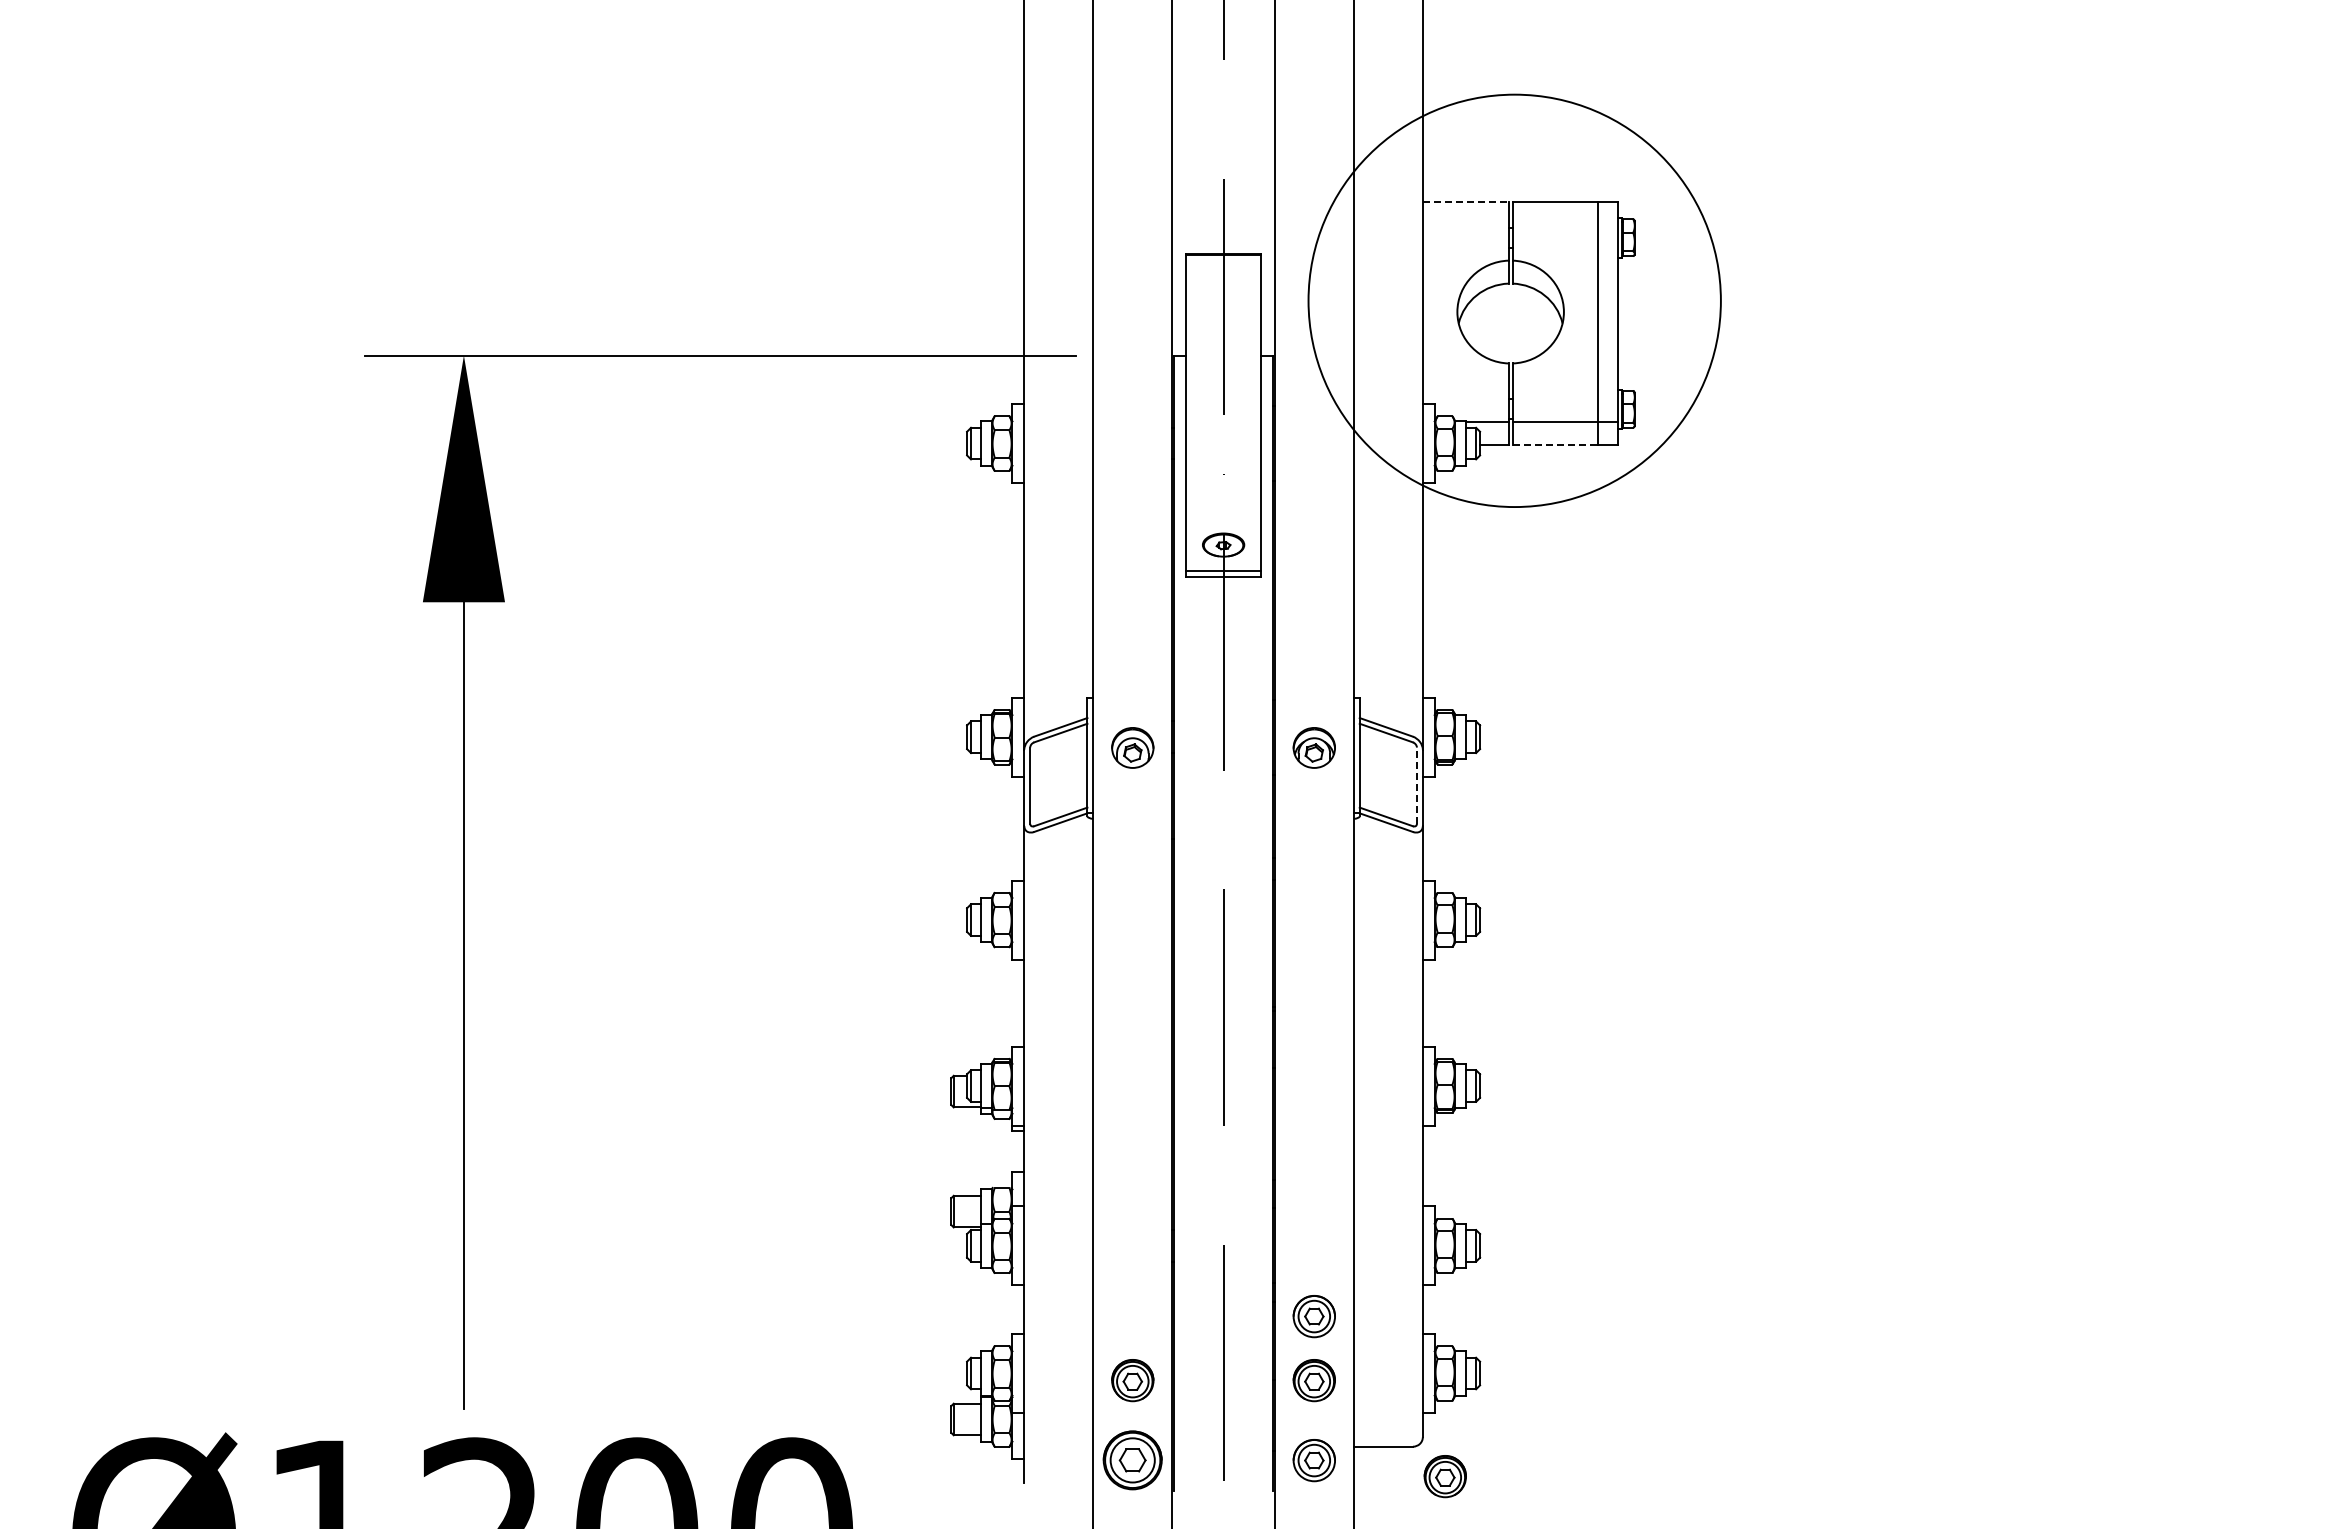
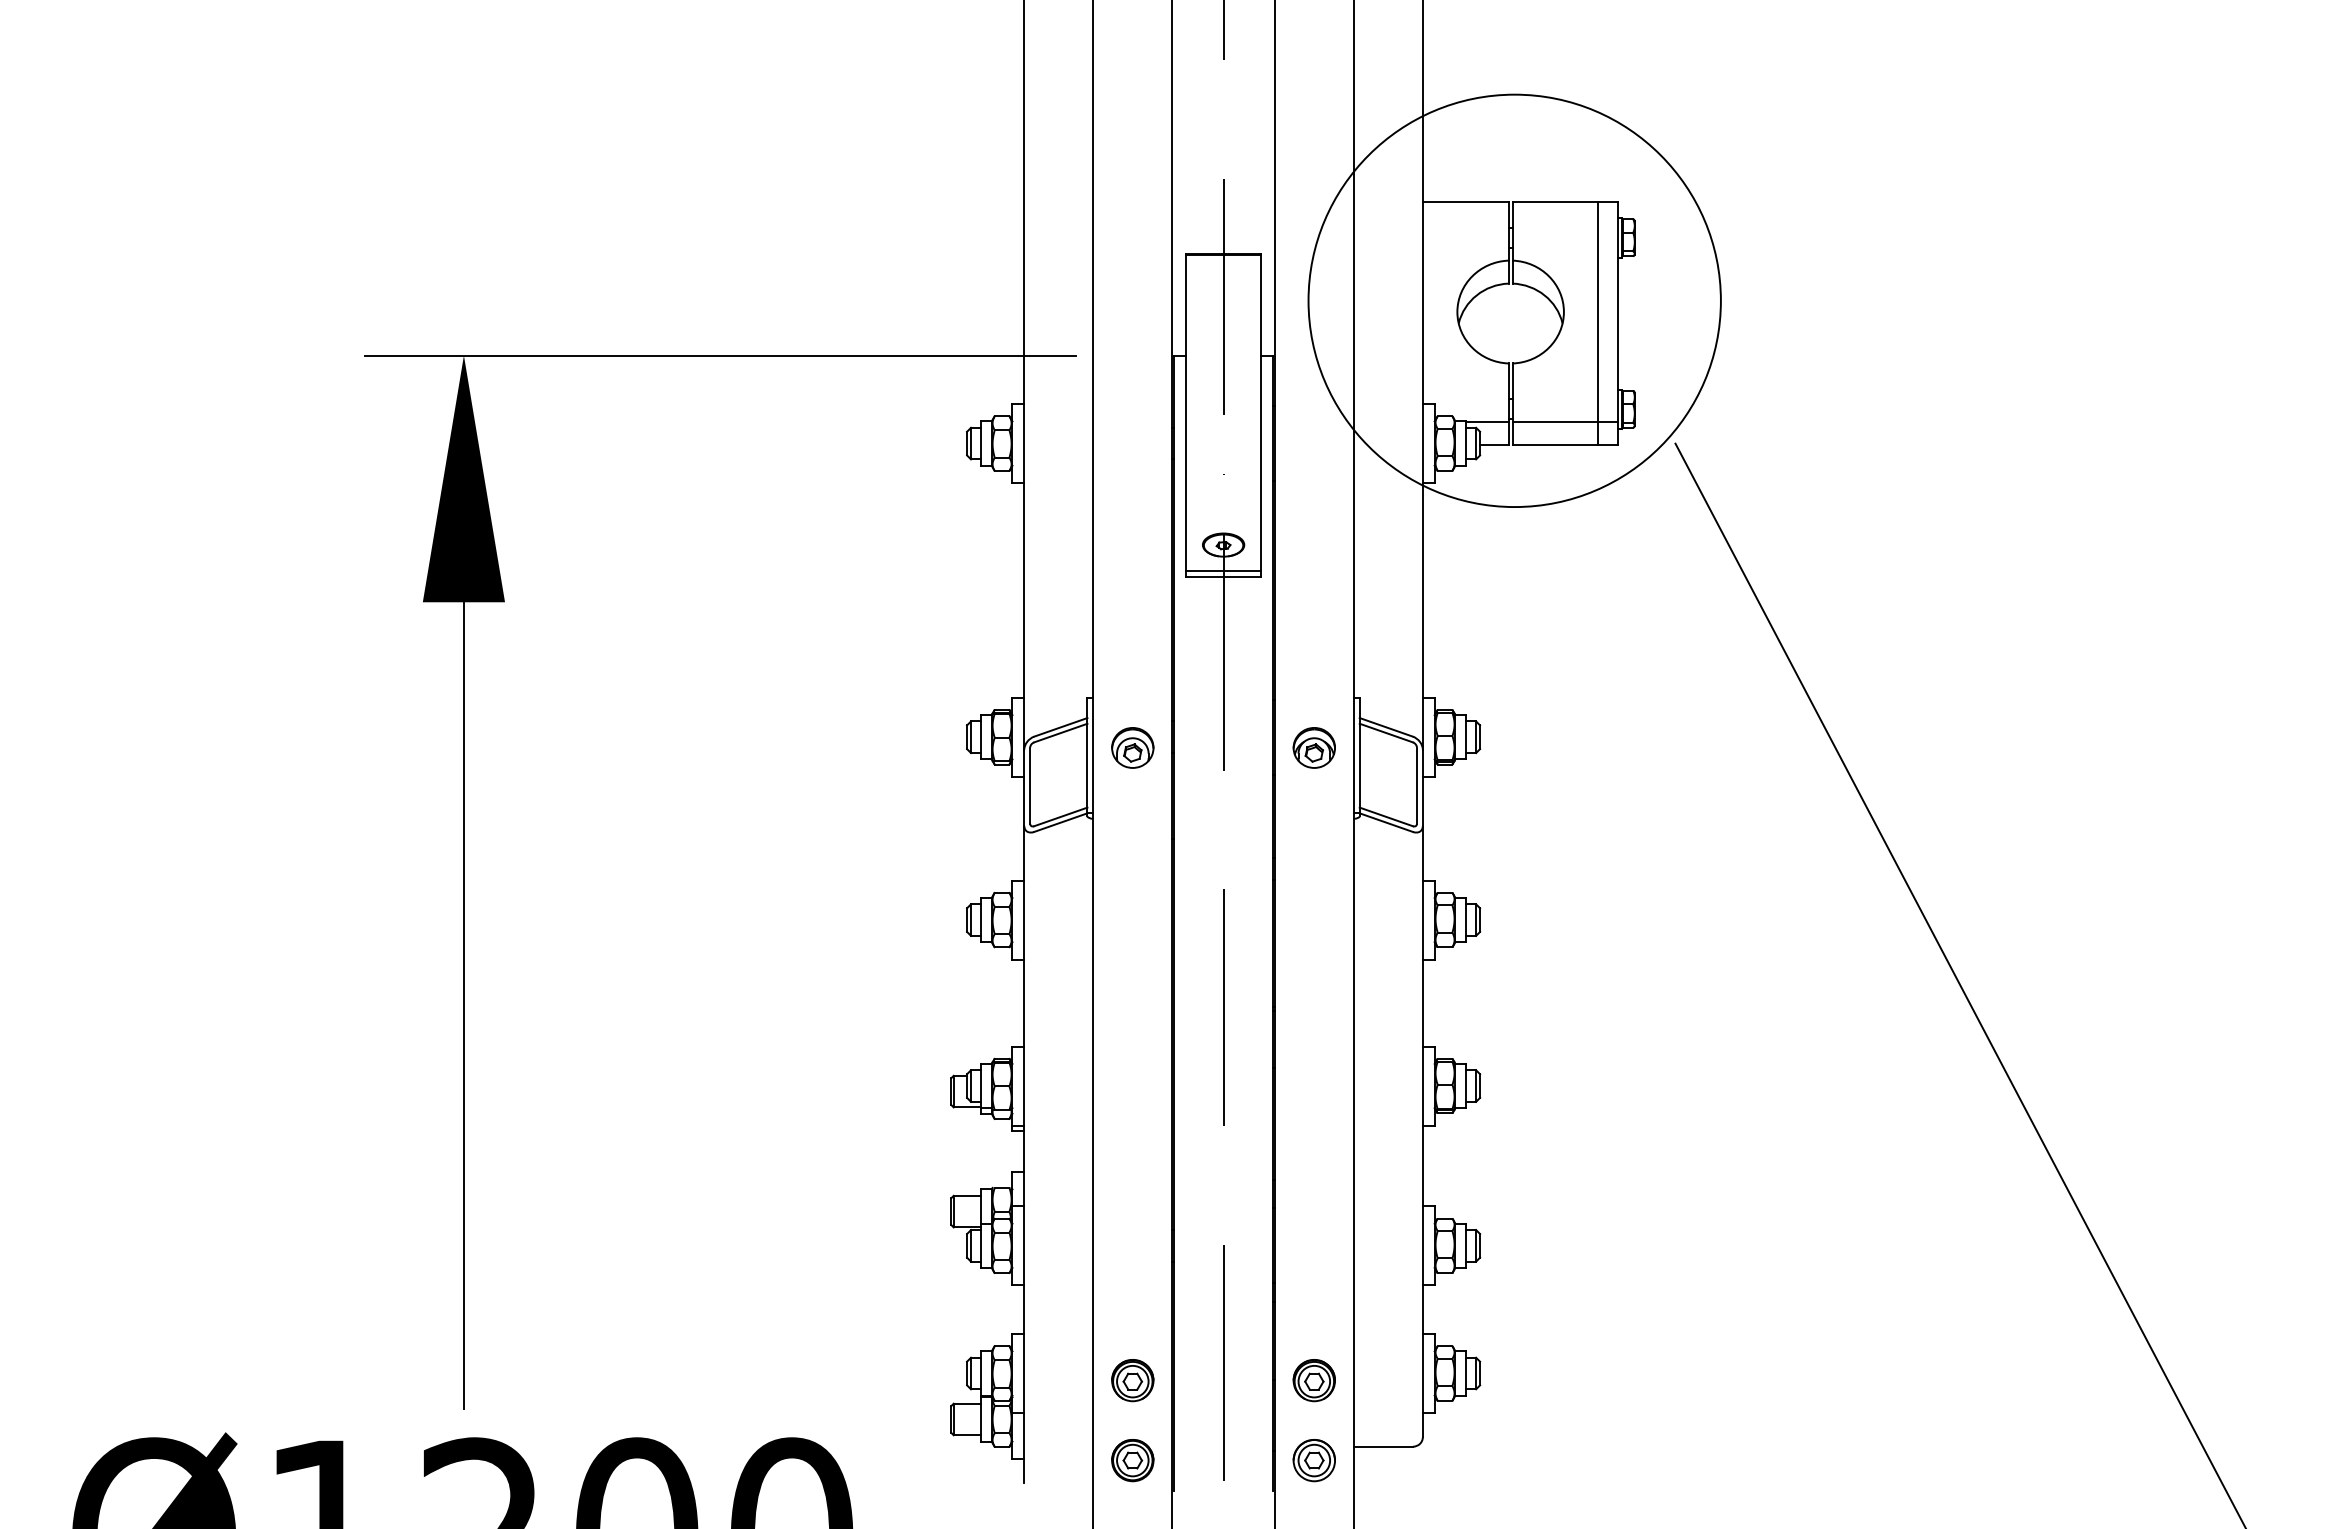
line at (1465, 202): dashed -> solid
line at (1555, 444): dashed -> solid
line at (1416, 785): dashed -> solid
line at (1959, 984): none -> present
part at (1313, 1316): present -> none
part at (1132, 1460) size: 61x61 px -> 44x44 px
part at (1444, 1476): present -> none
